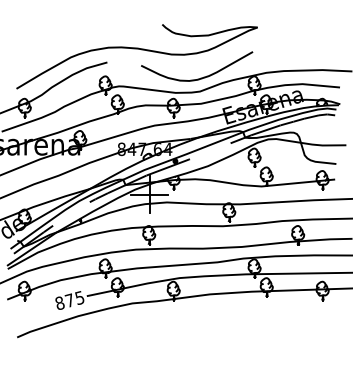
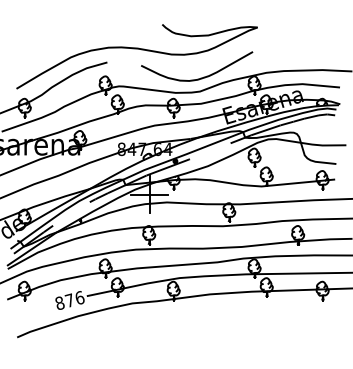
text at (79, 297): 875 -> 876
